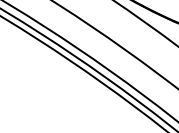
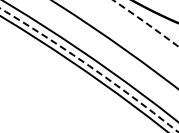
circle at (145, 23): solid -> dashed
circle at (89, 70): solid -> dashed
